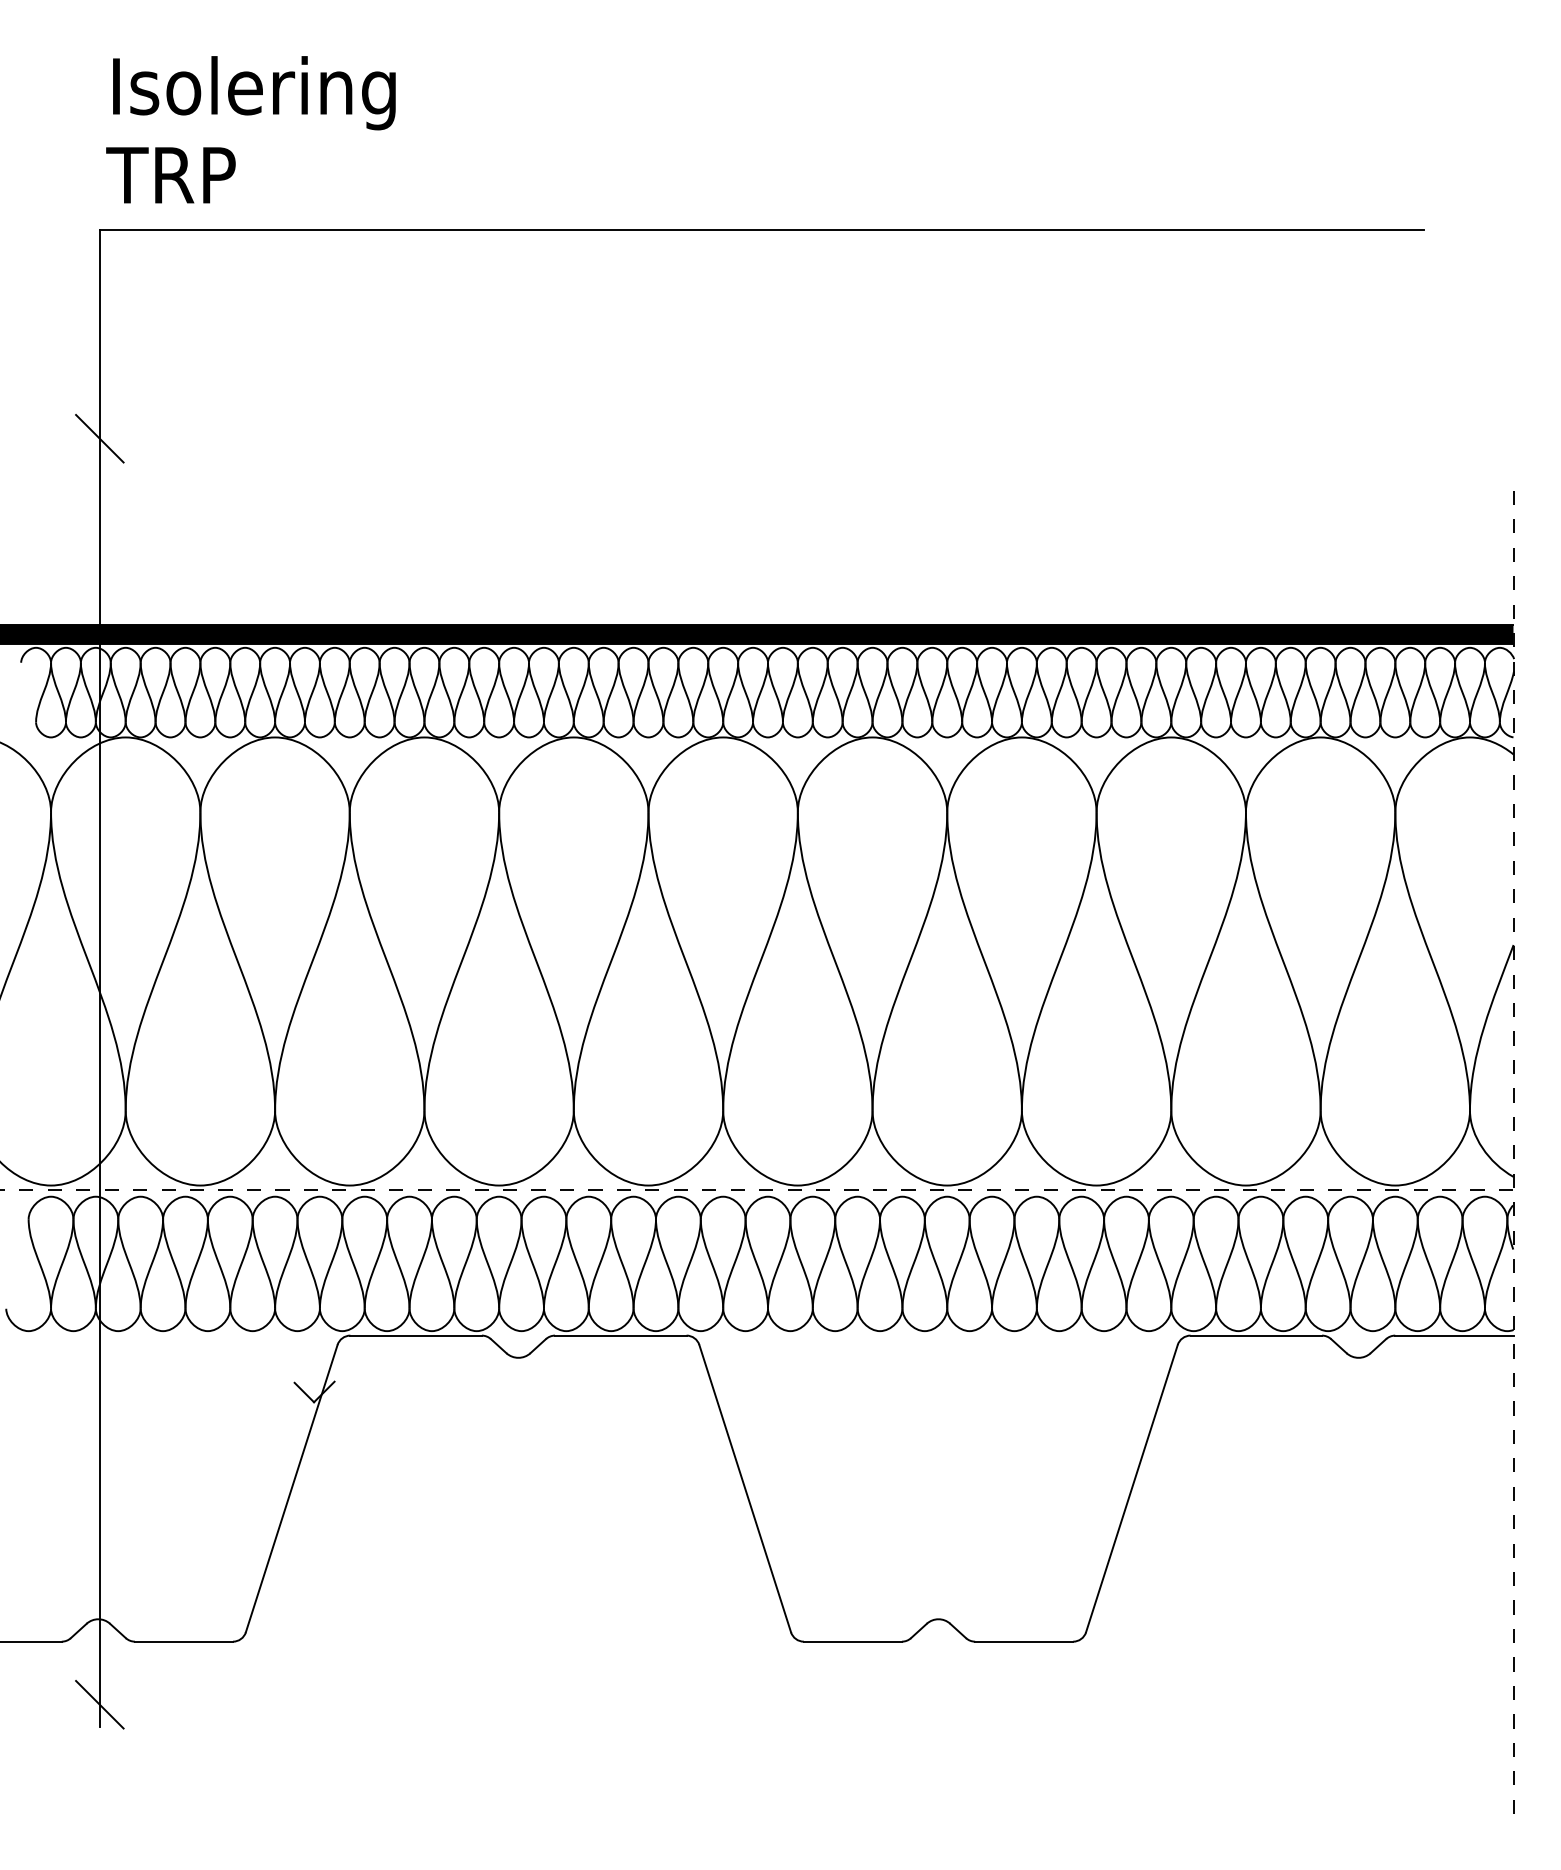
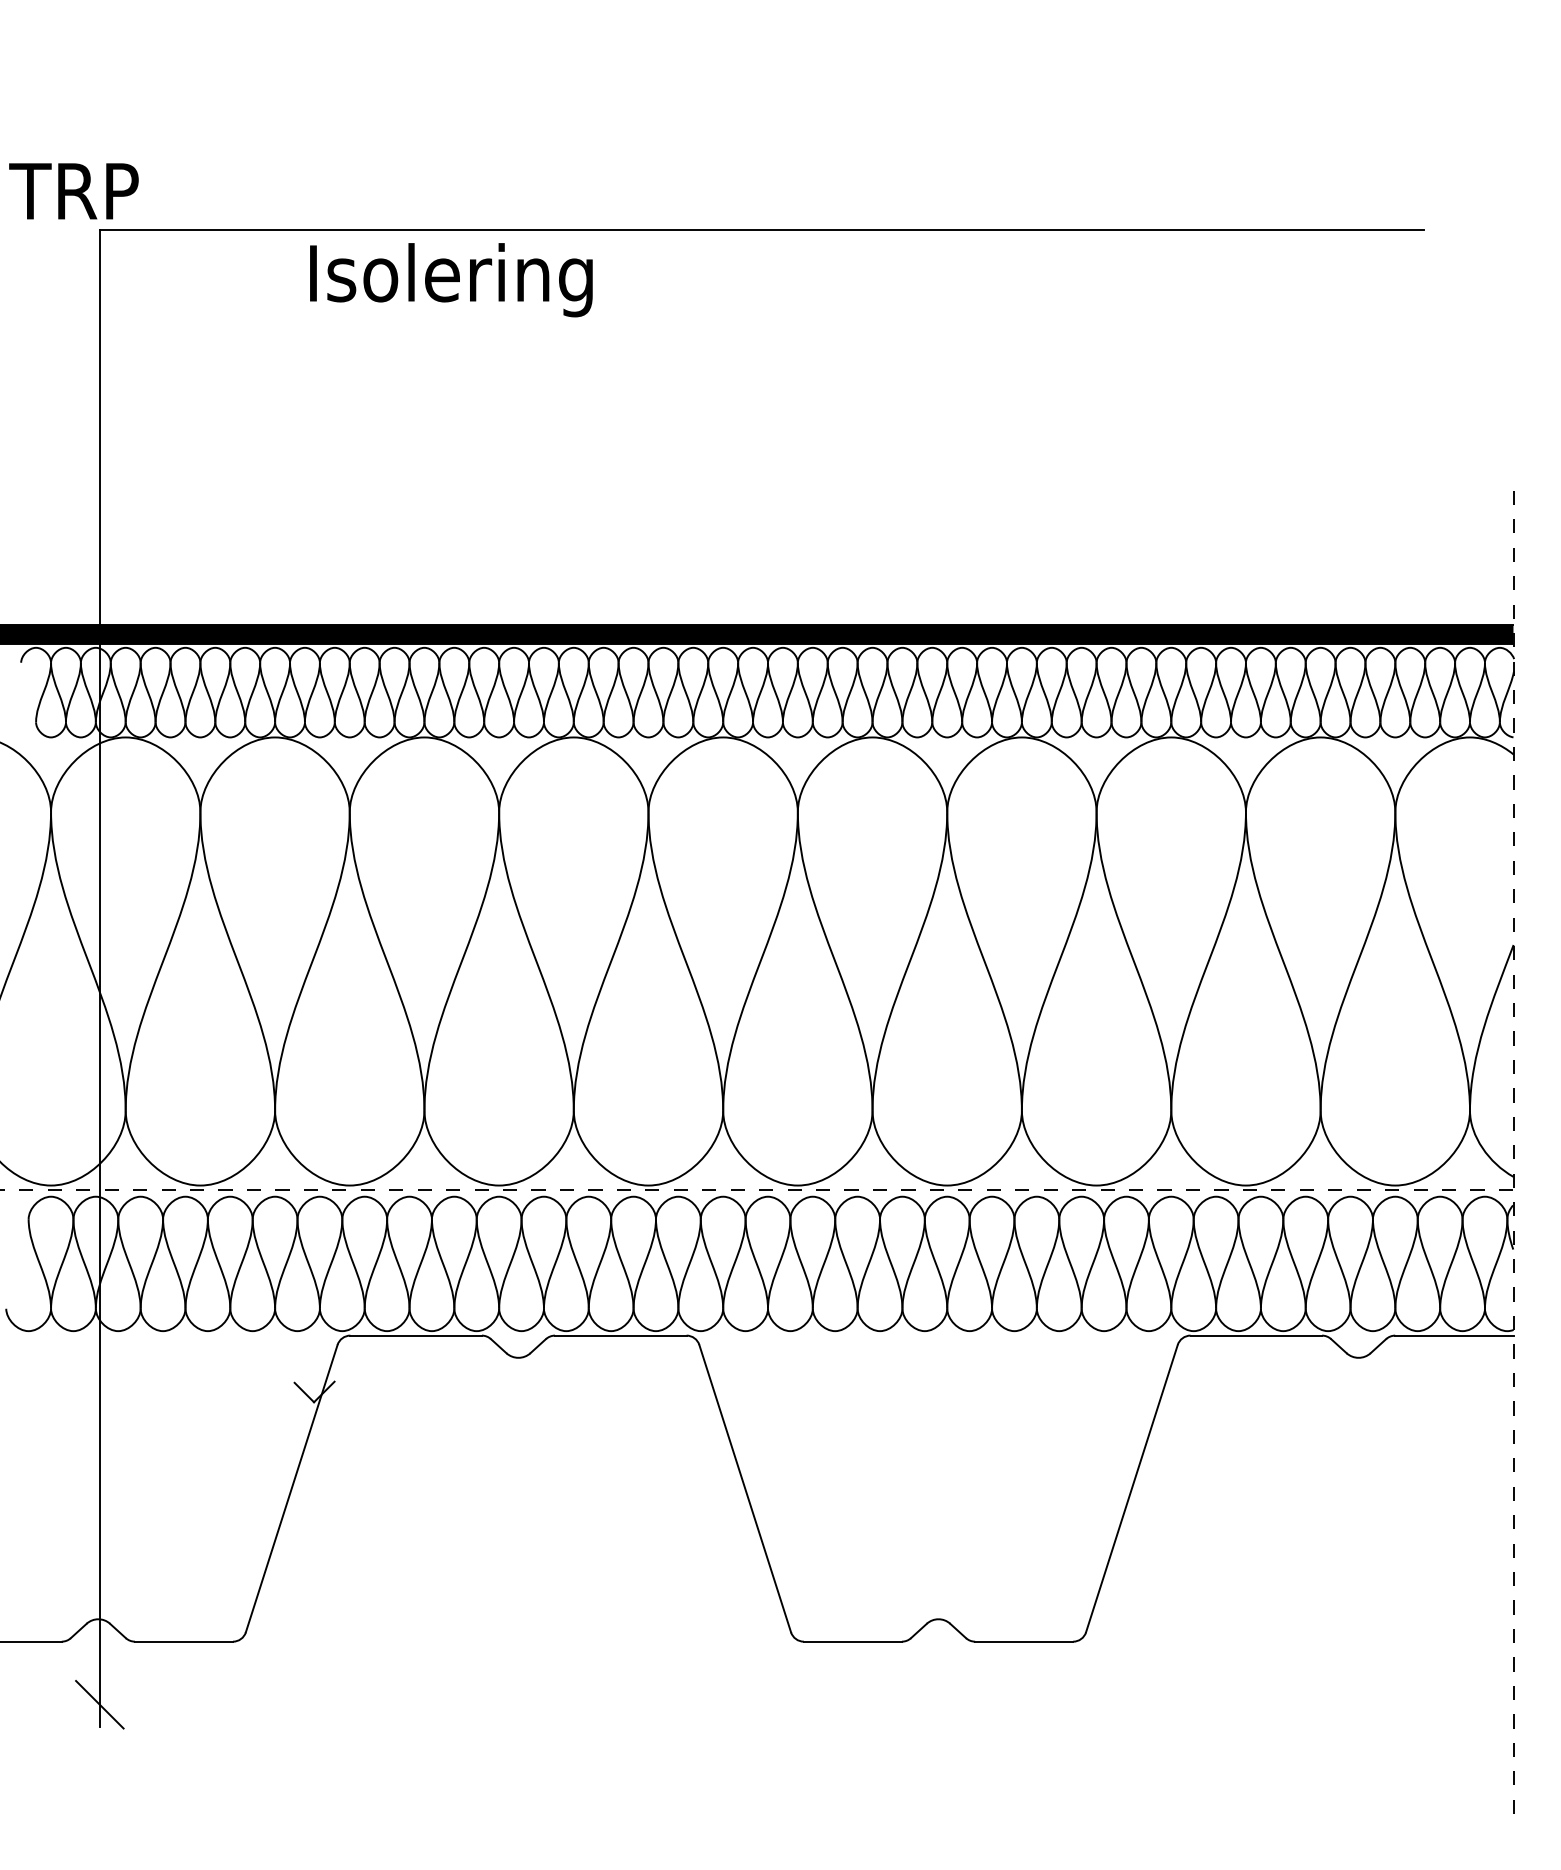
text at (254, 93) position: (254, 93) -> (451, 280)
text at (170, 175) position: (170, 175) -> (73, 191)
line at (99, 438): present -> none
